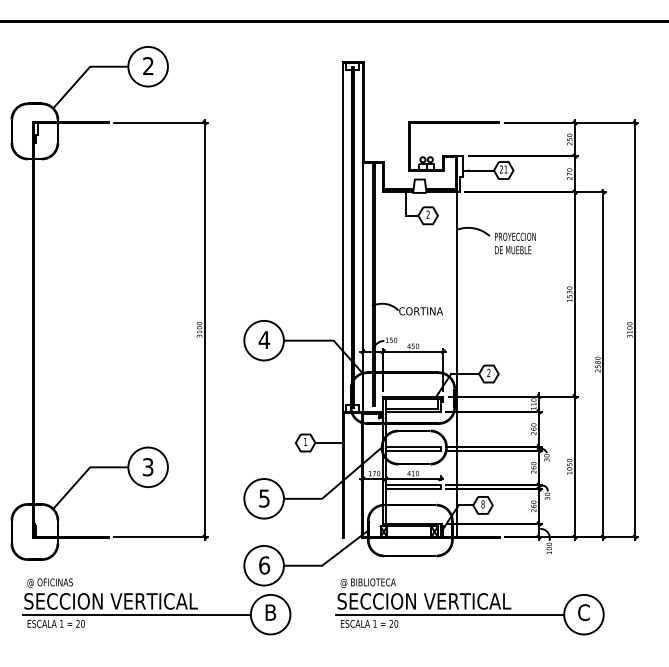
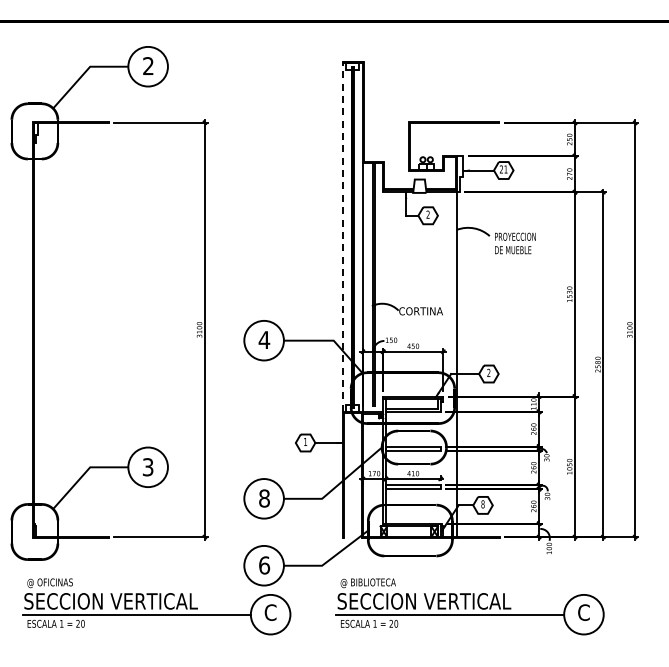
line at (342, 236): solid -> dashed
text at (264, 498): 5 -> 8
text at (270, 612): B -> C
